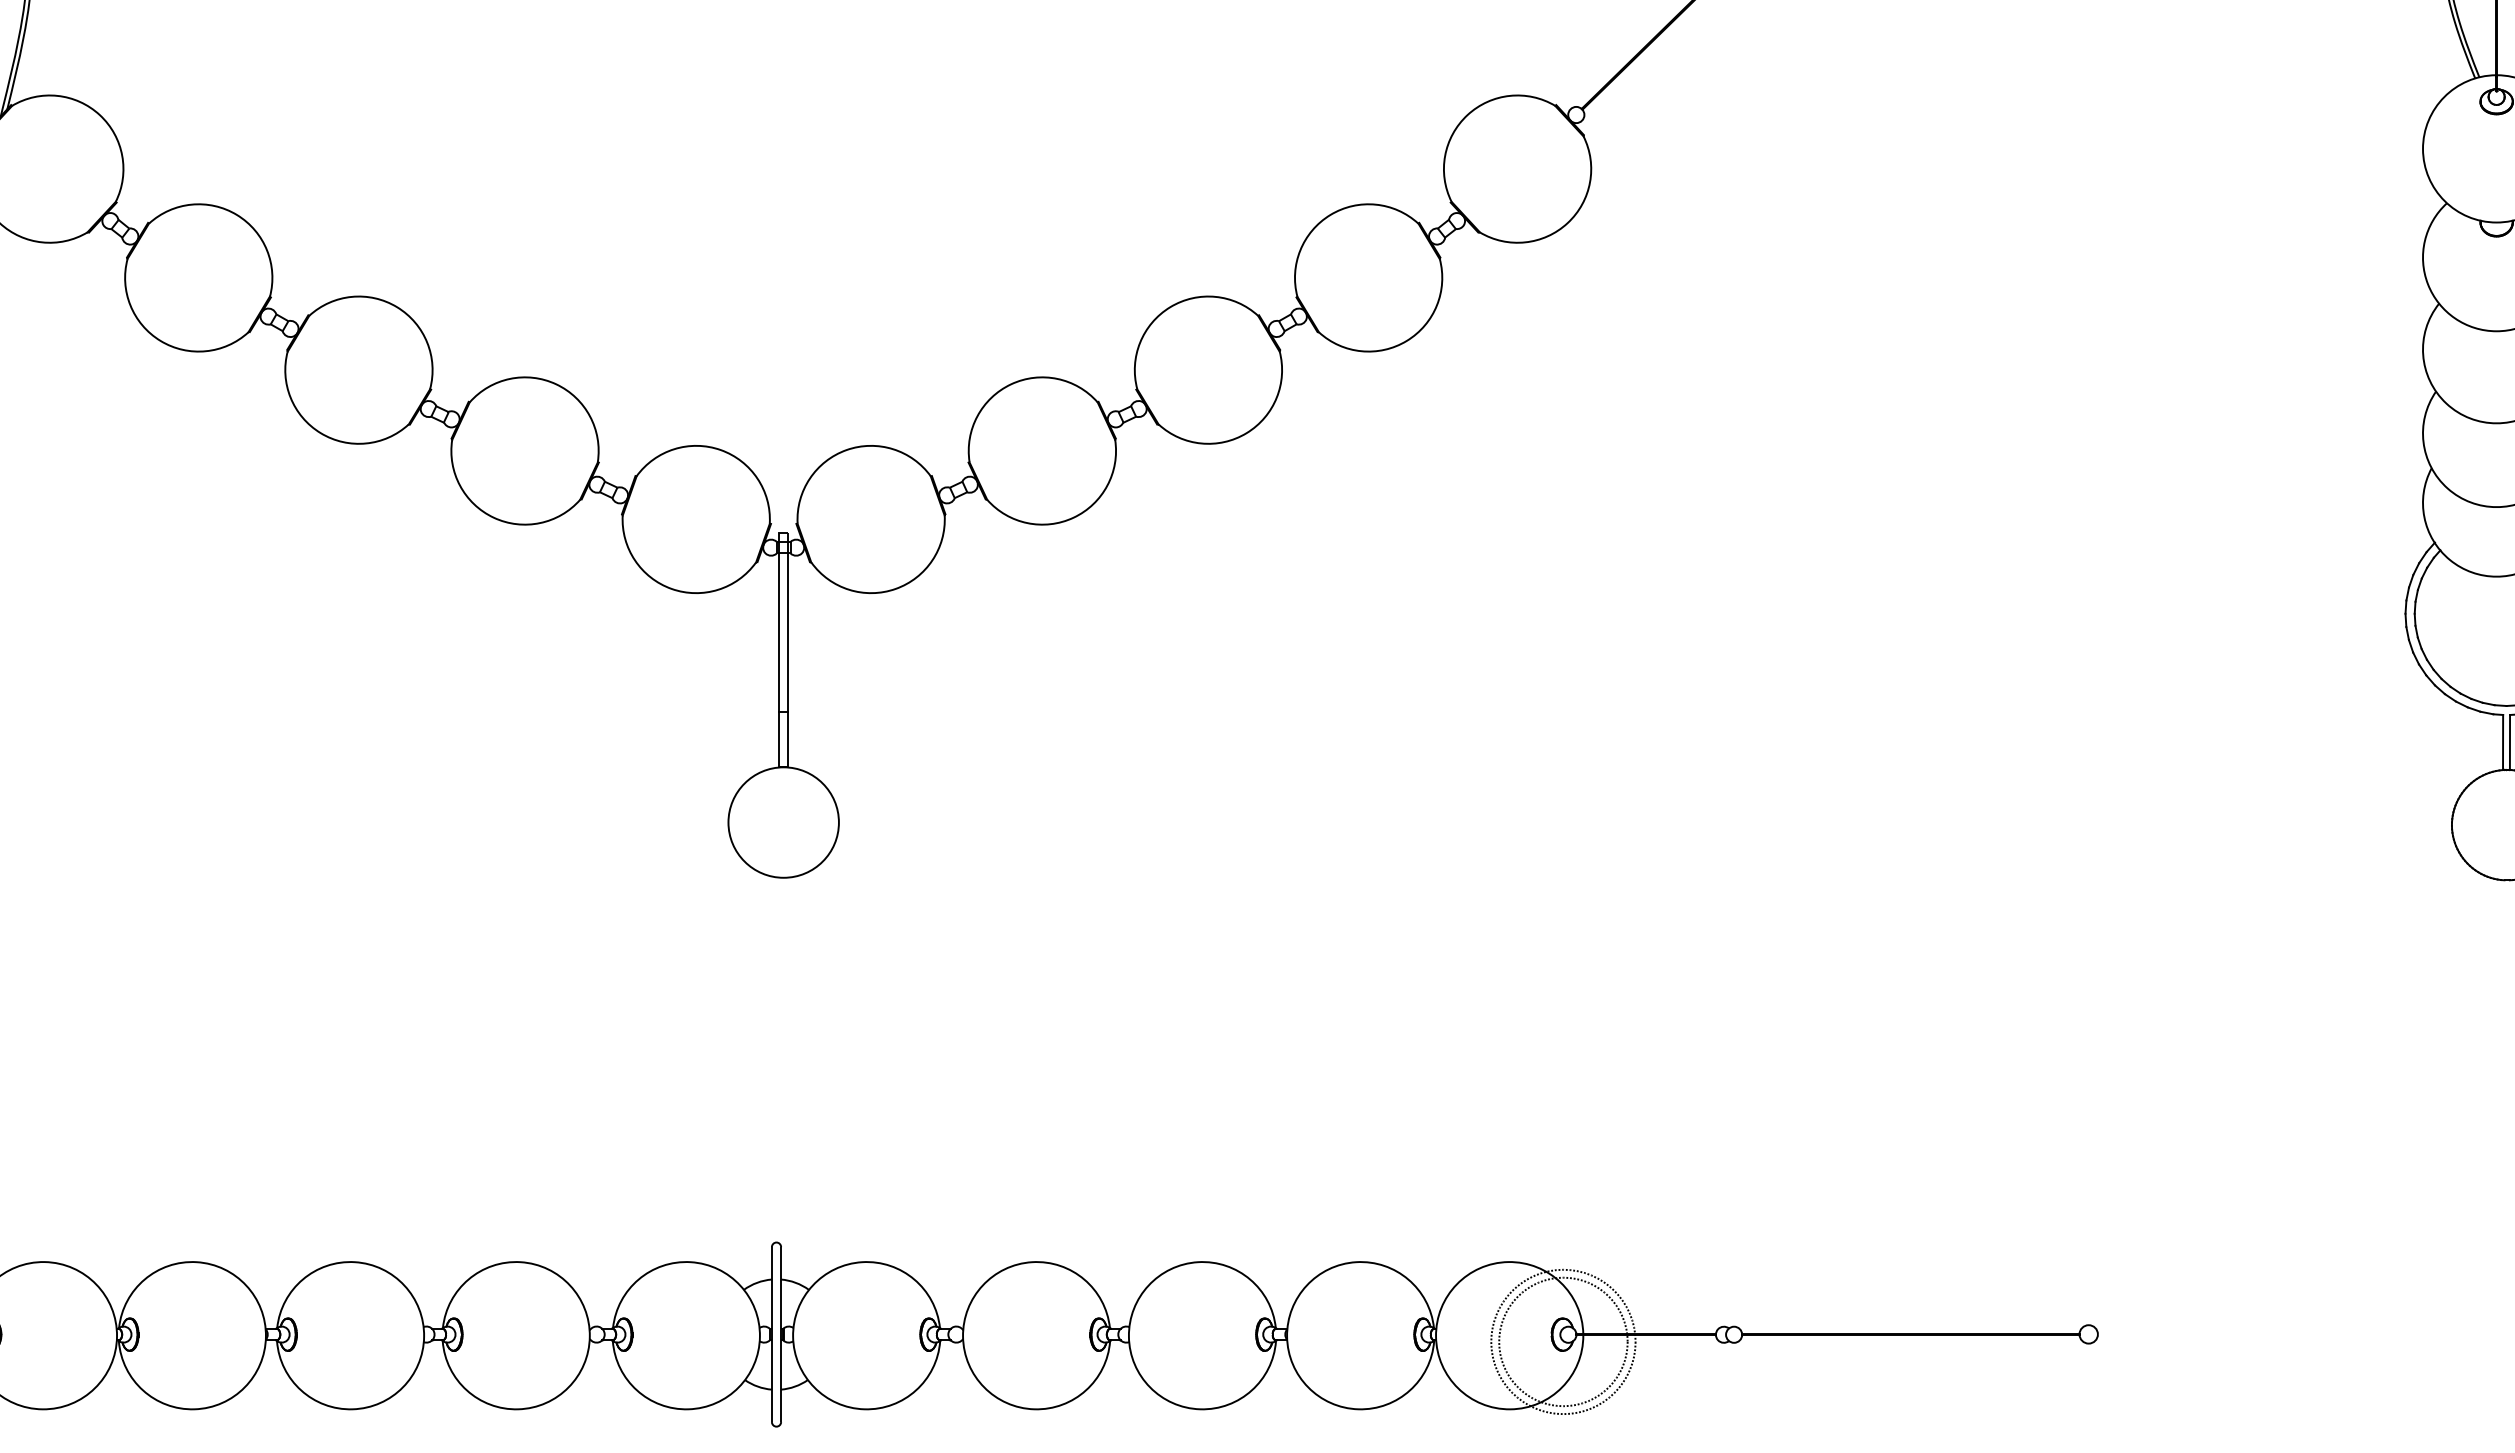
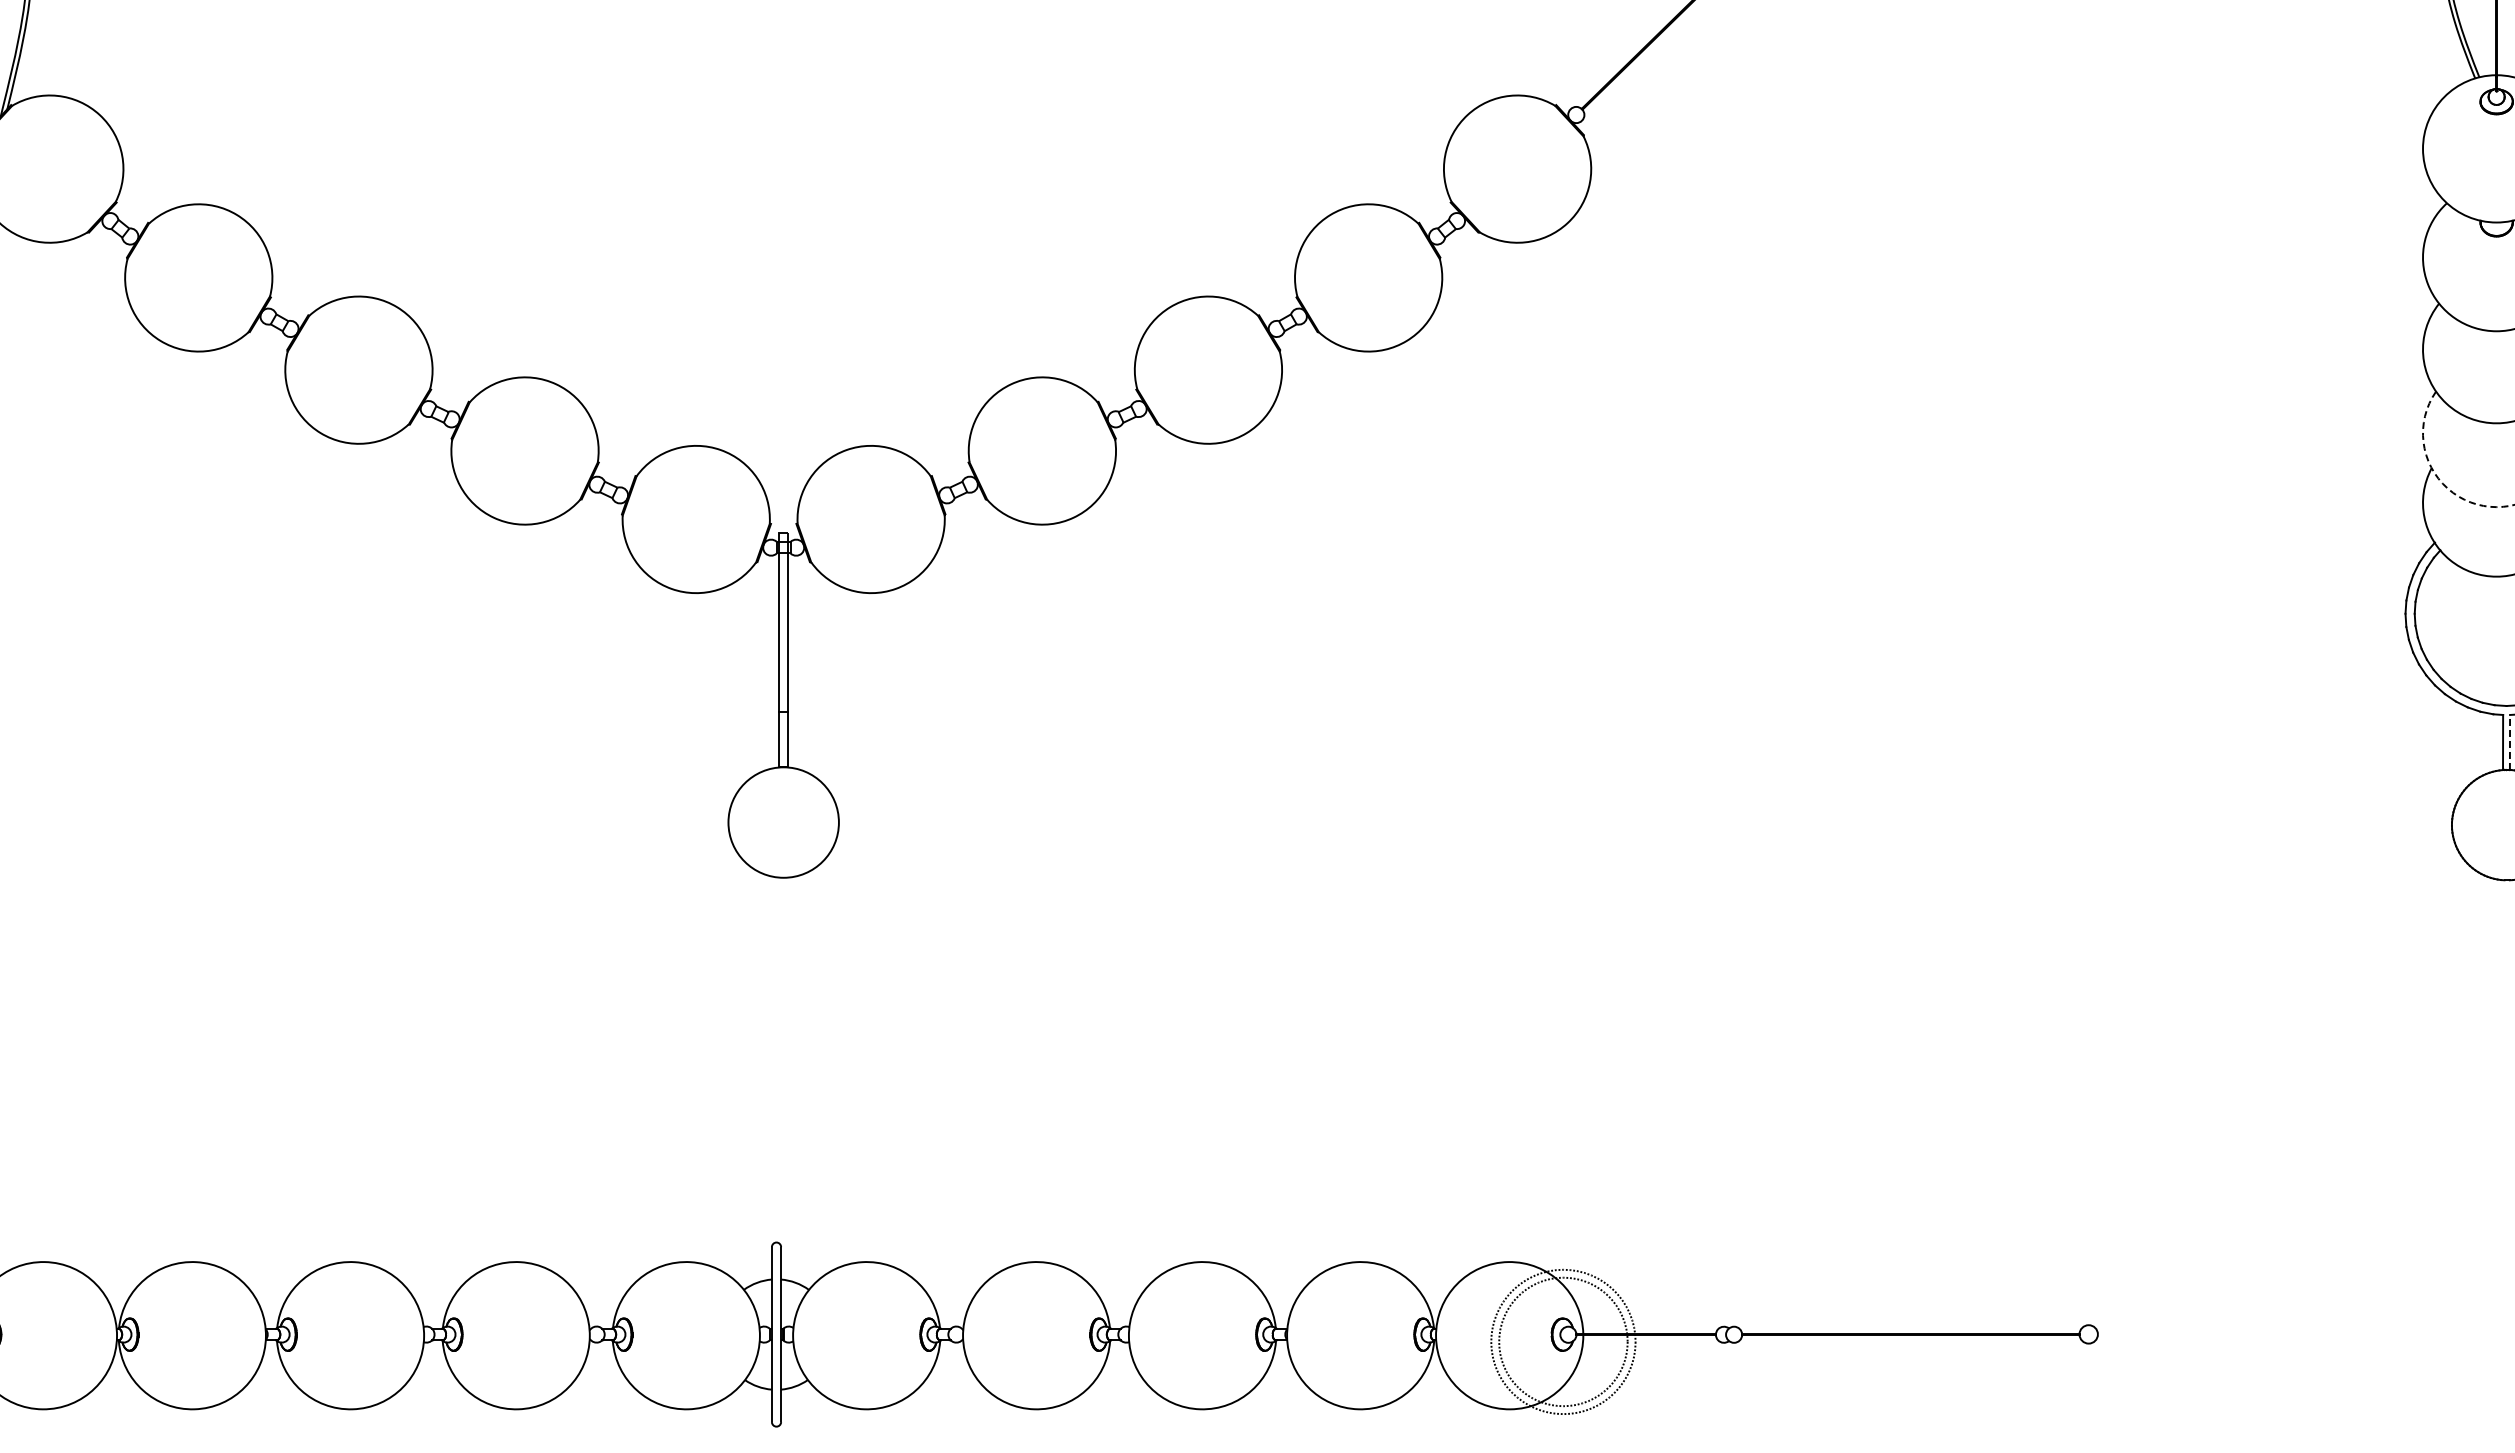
arc at (2436, 475): solid -> dashed
line at (2509, 741): solid -> dashed
